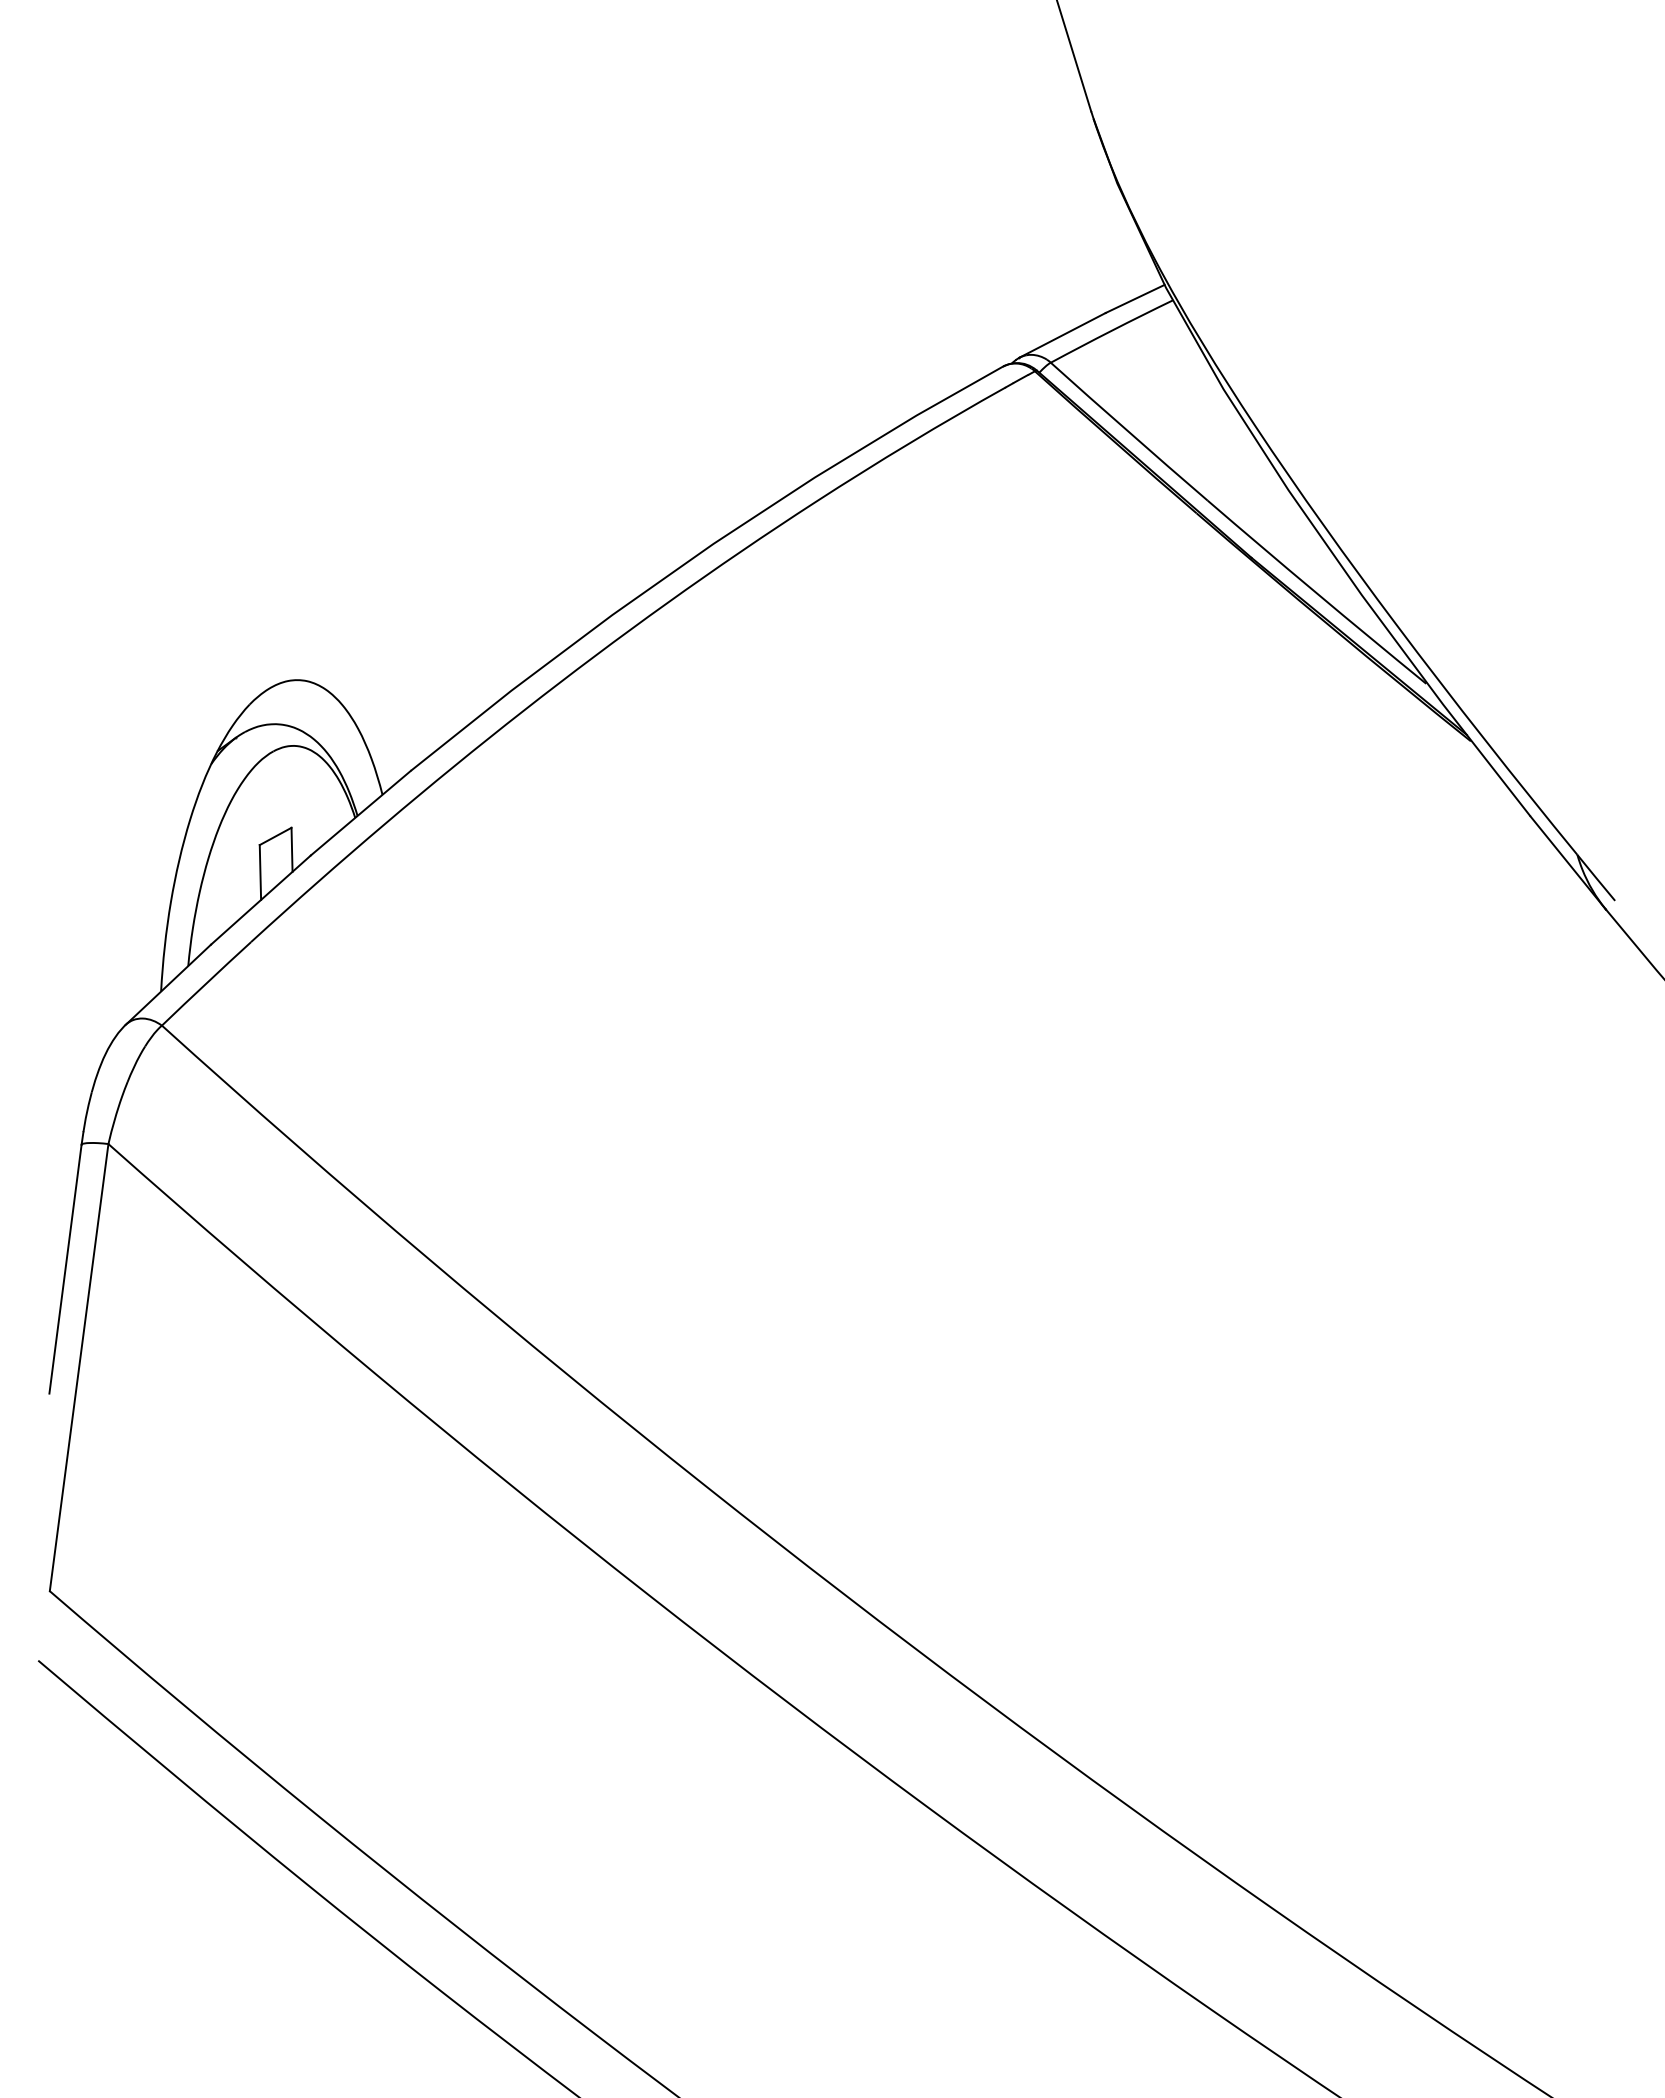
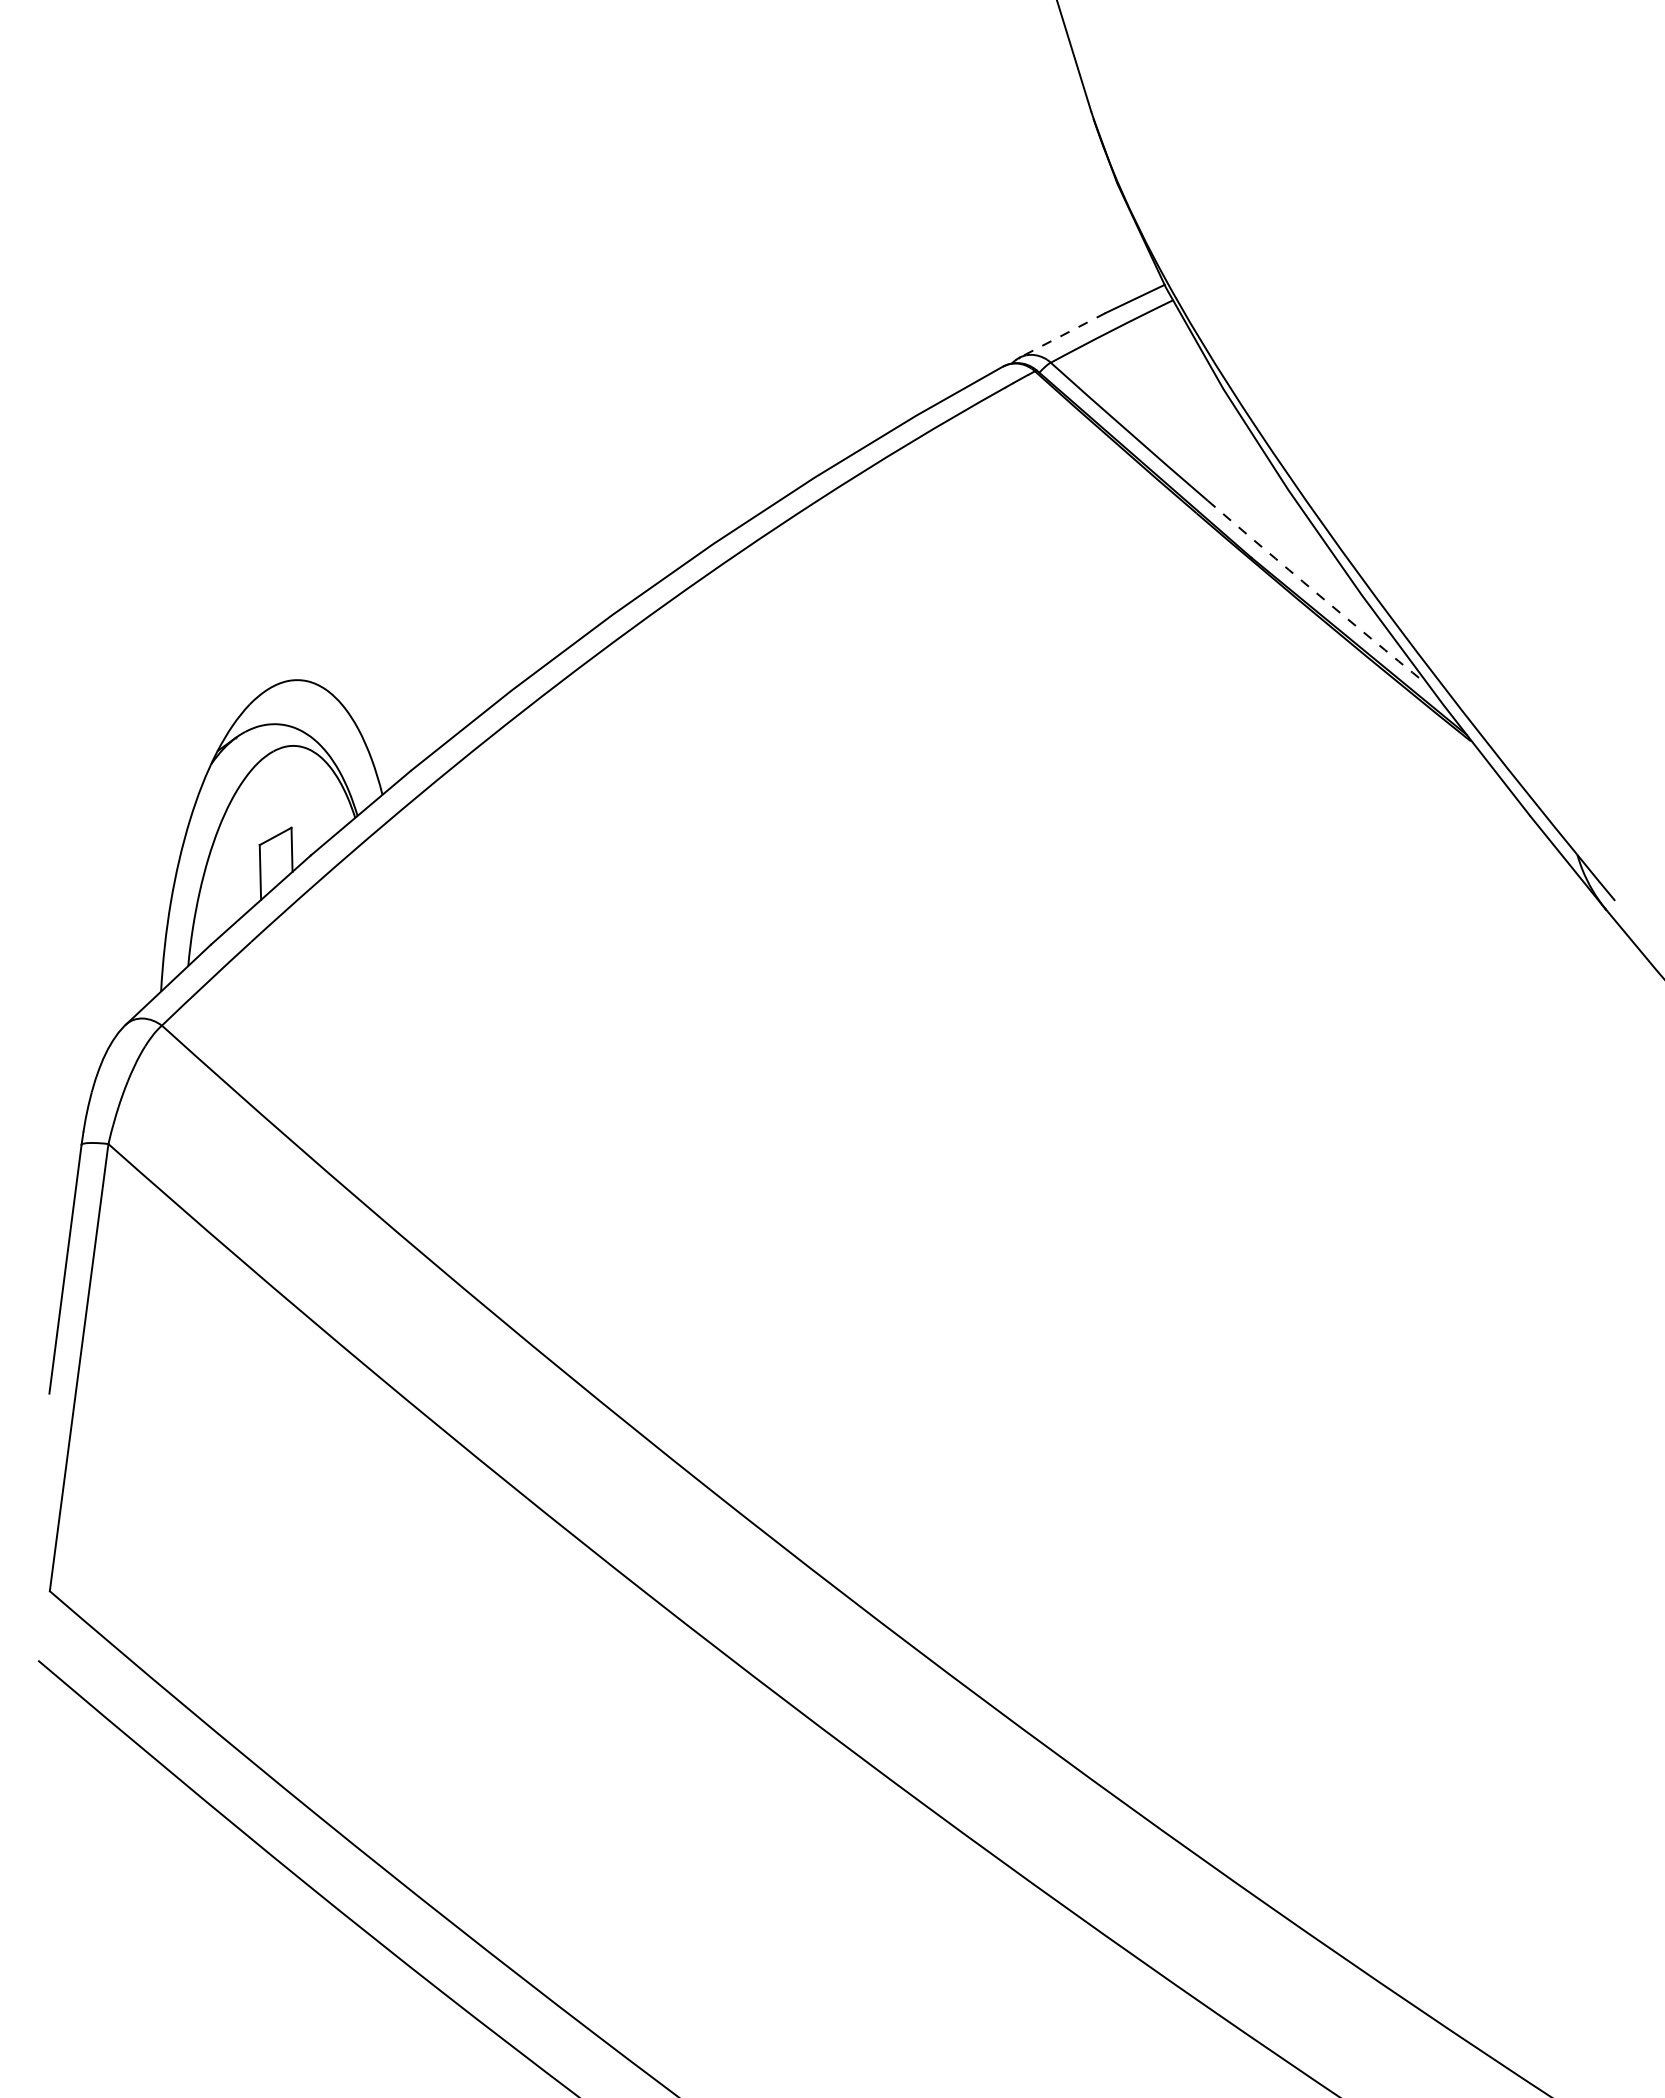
line at (1062, 335): solid -> dashed
arc at (1316, 592): solid -> dashed
